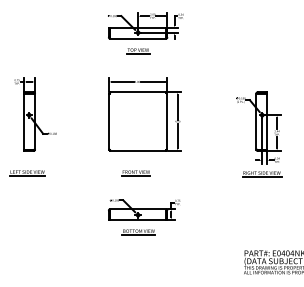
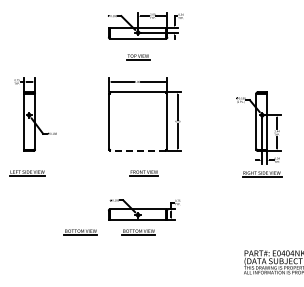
part at (138, 51) position: (138, 51) -> (138, 57)
line at (137, 150): solid -> dashed
part at (135, 173) position: (135, 173) -> (143, 173)
part at (80, 232): none -> present
